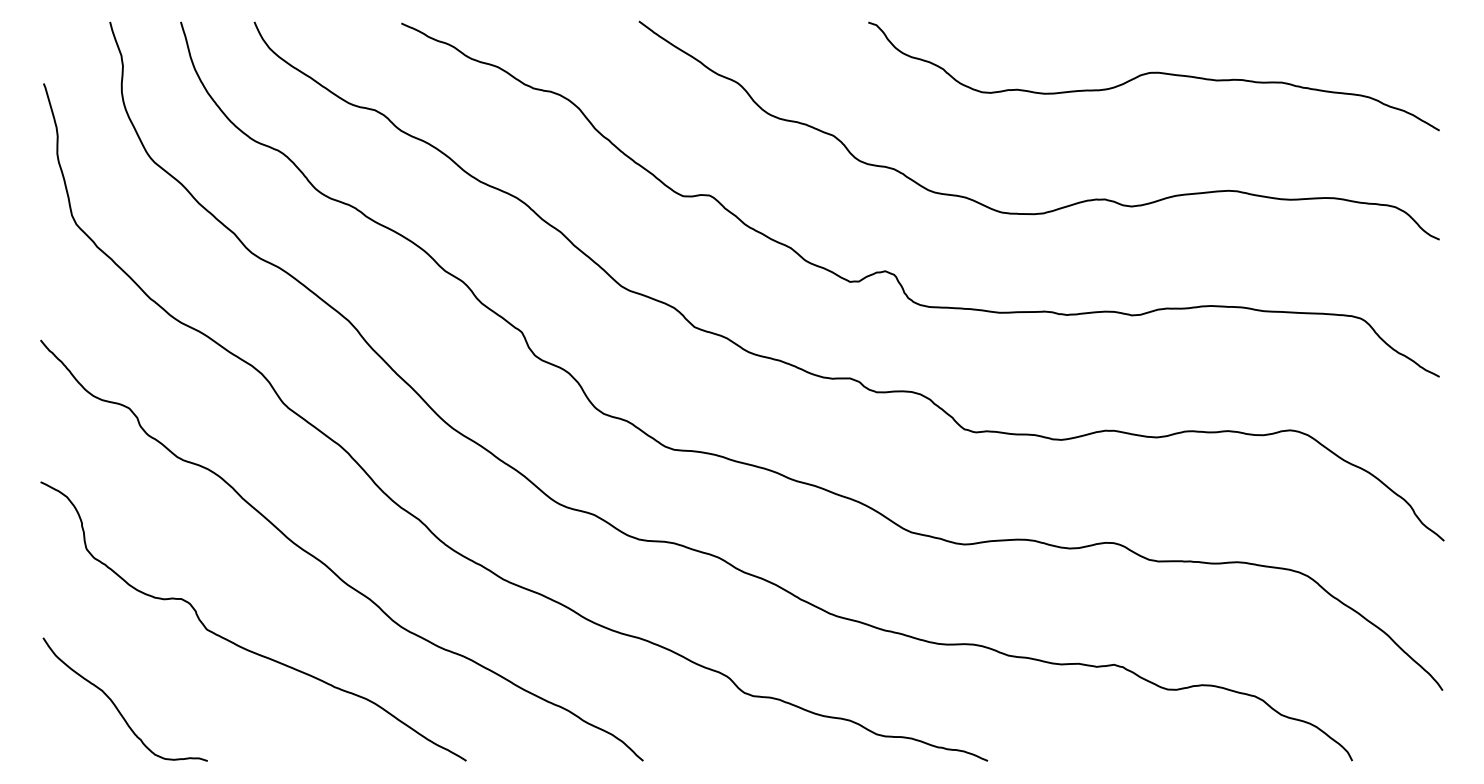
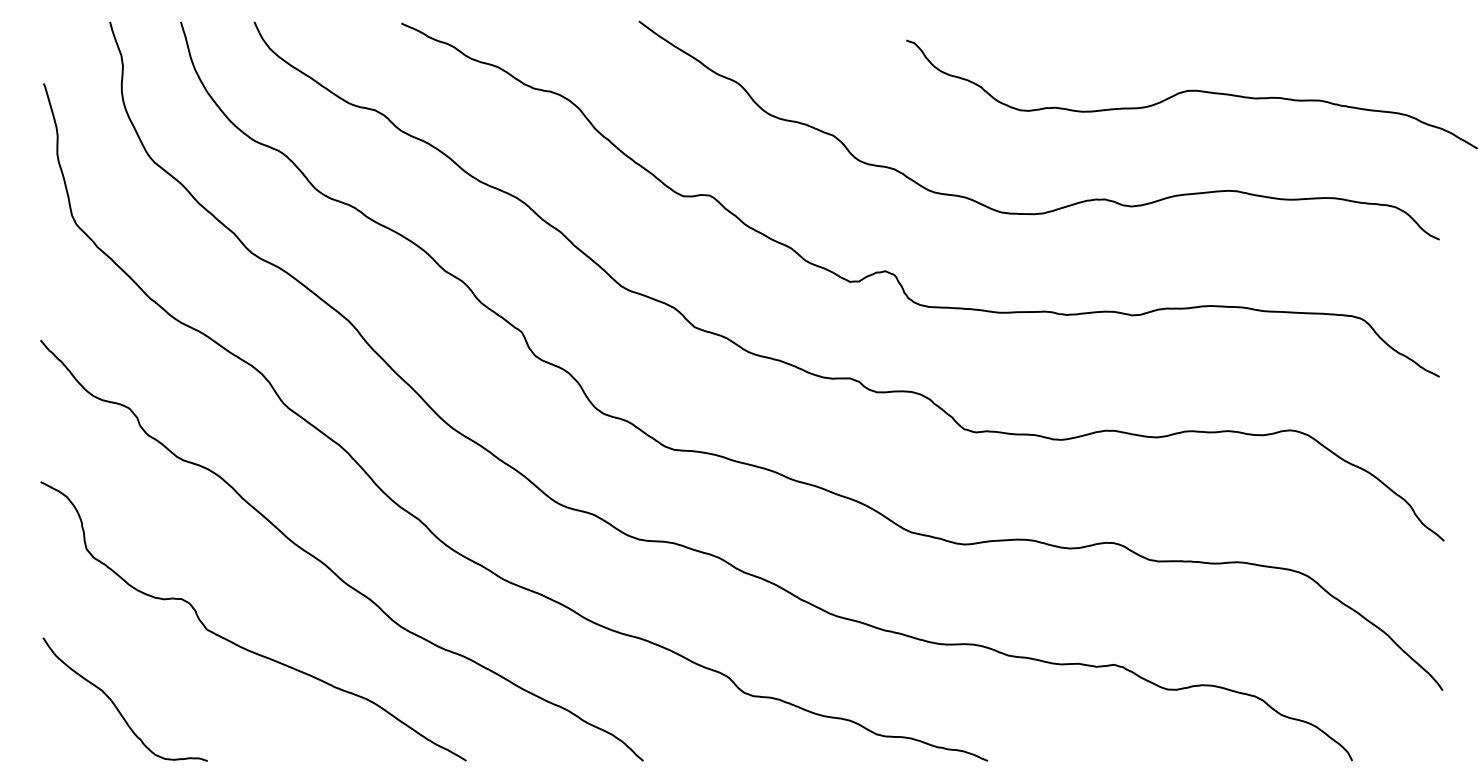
curve at (1153, 73) position: (1153, 73) -> (1191, 91)
